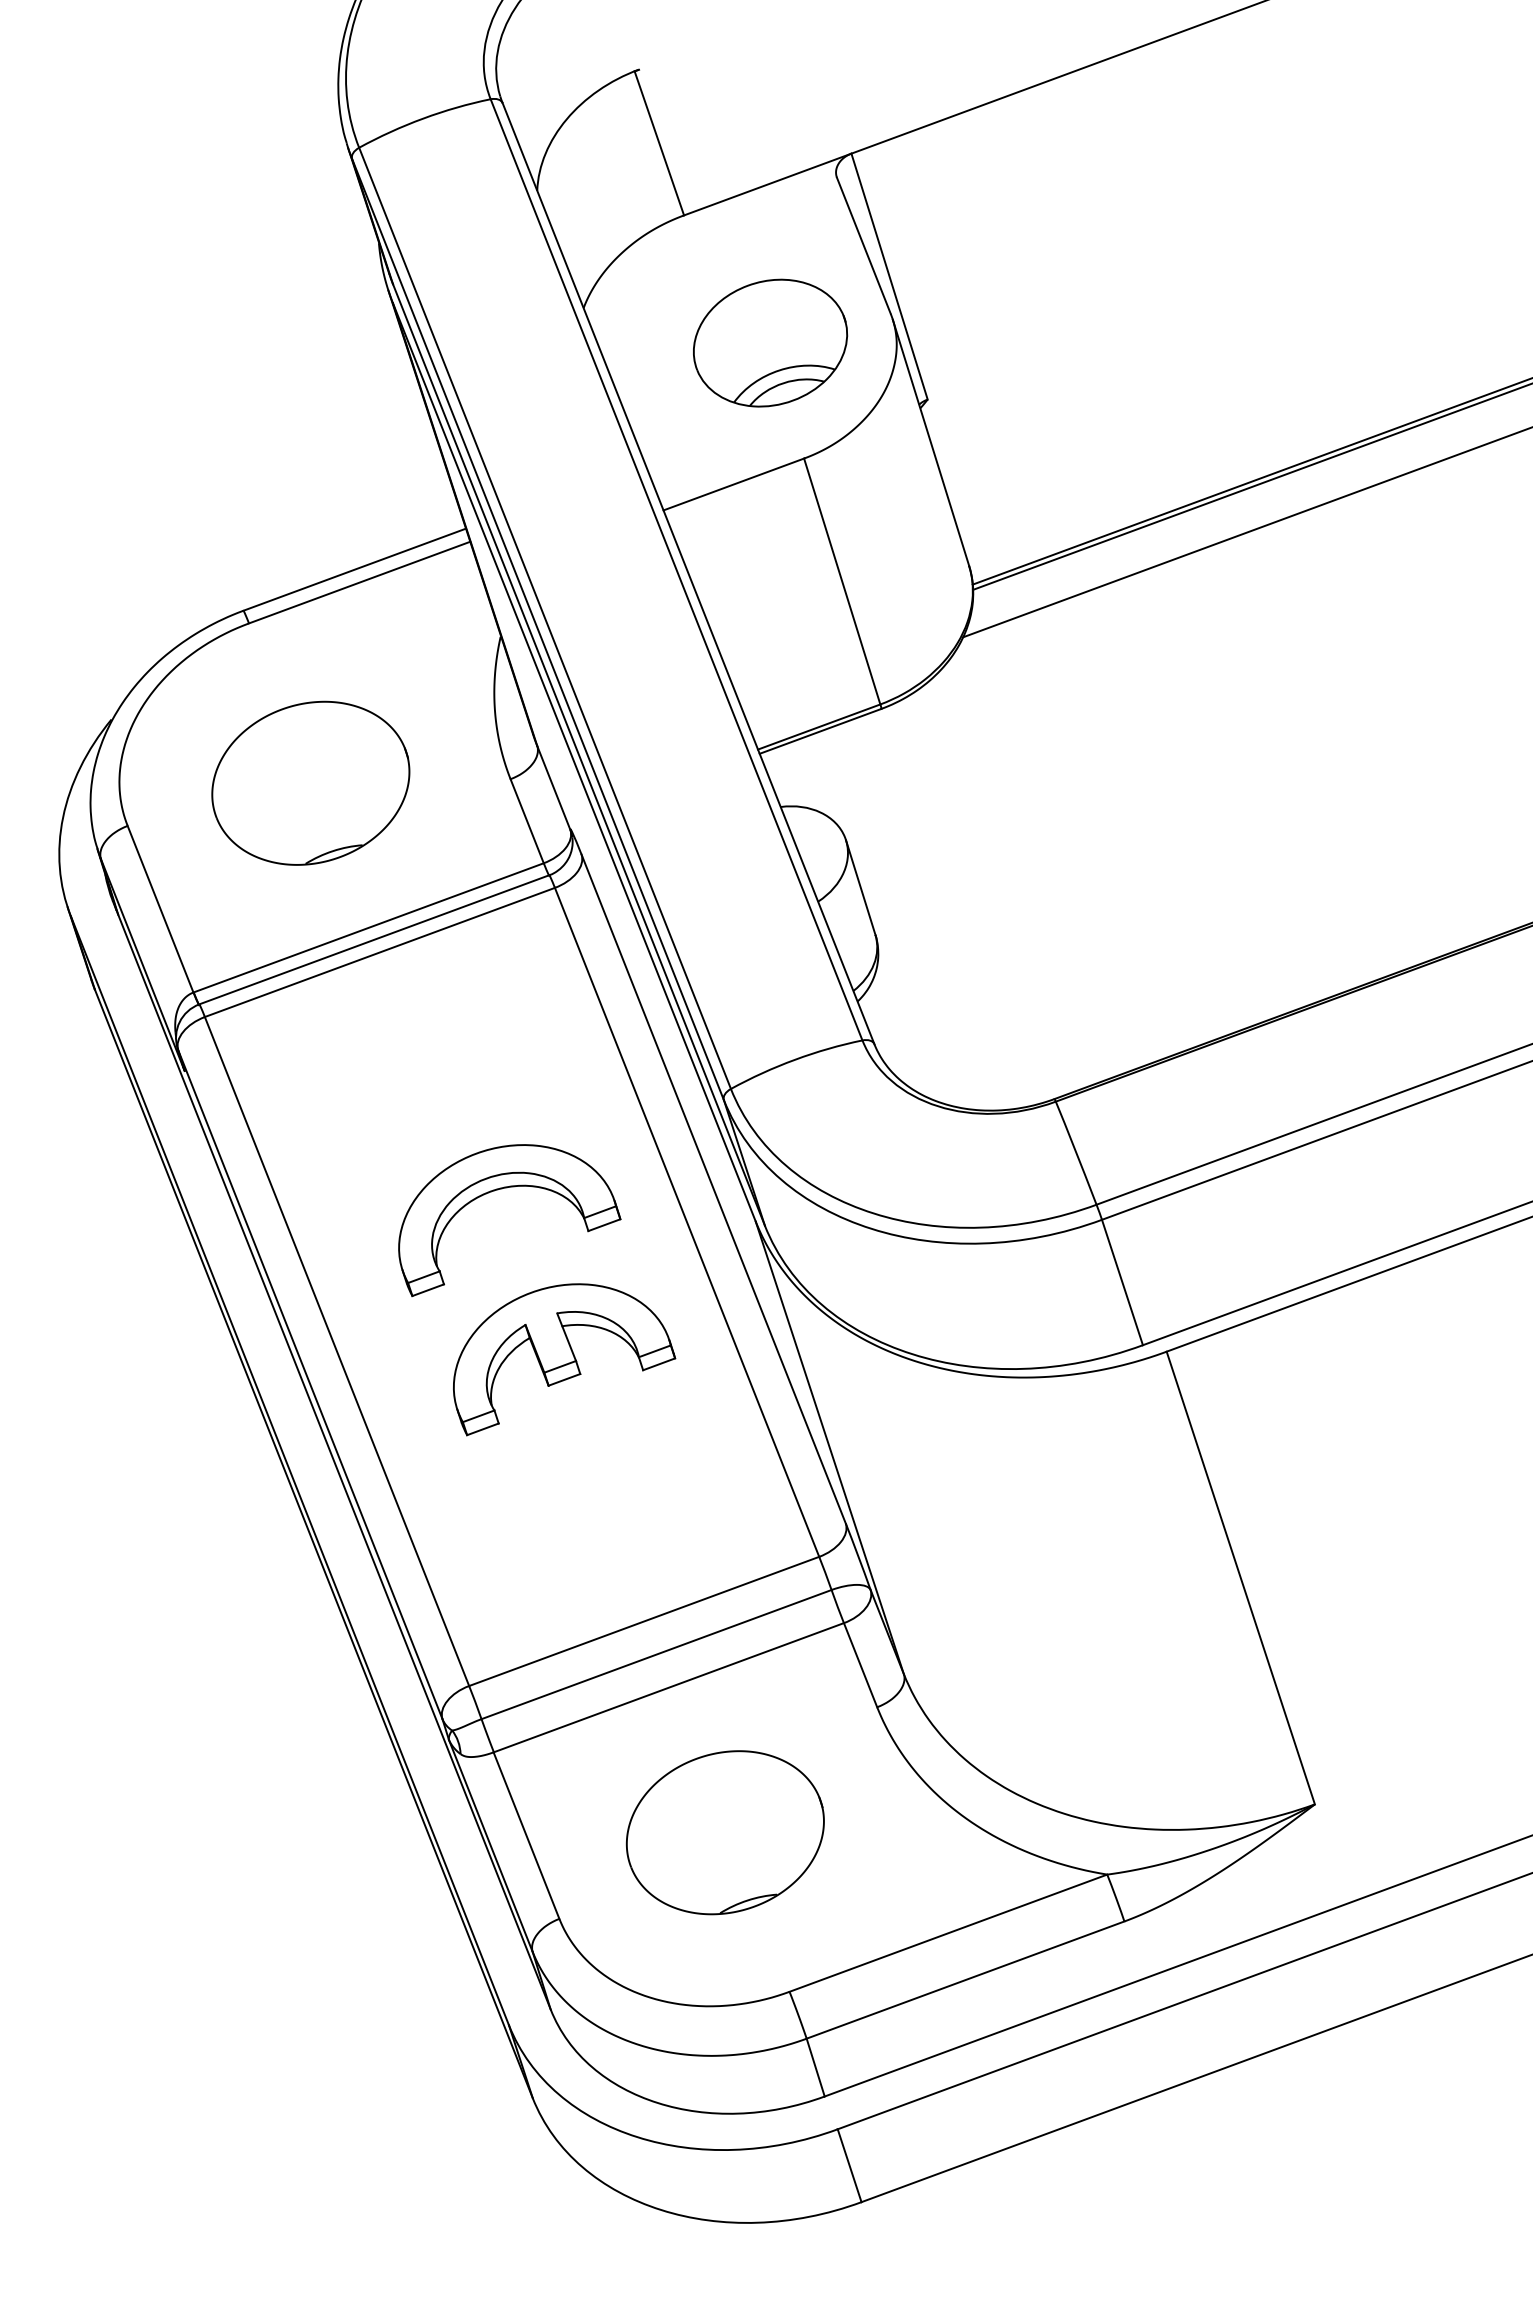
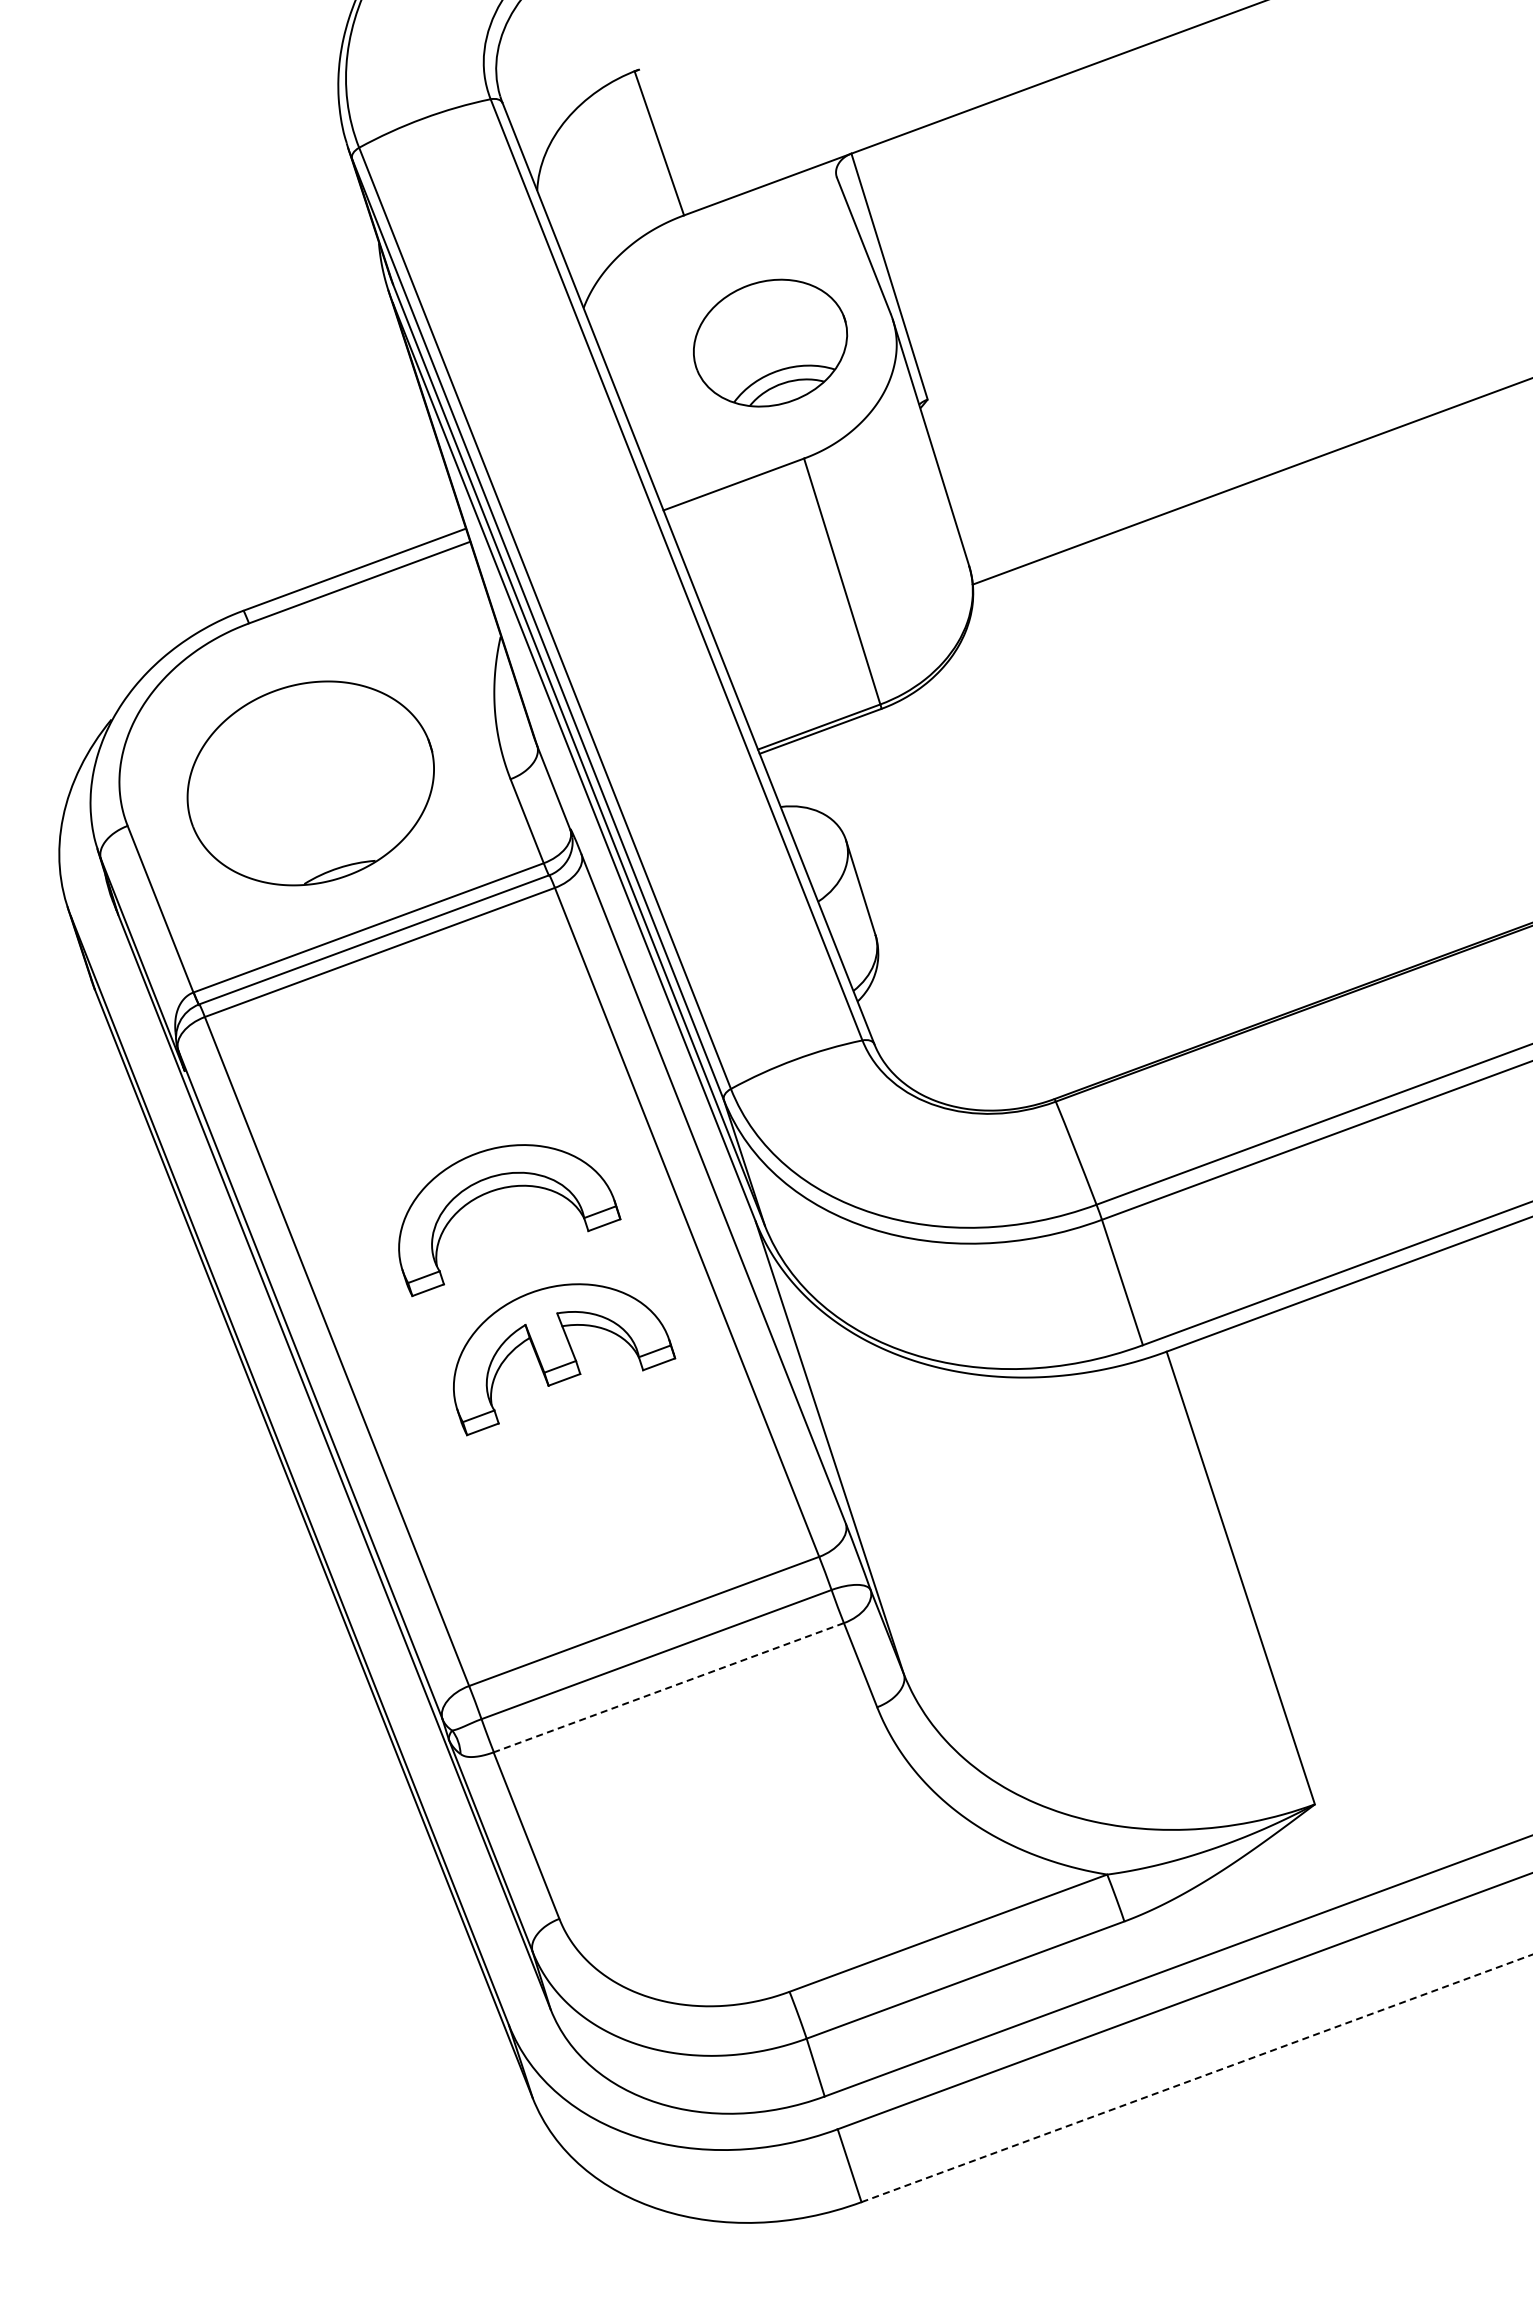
line at (1251, 486): present -> none
line at (1245, 532): present -> none
part at (310, 782) size: 200x166 px -> 249x207 px
line at (668, 1687): solid -> dashed
part at (724, 1832): present -> none
line at (1197, 2078): solid -> dashed
